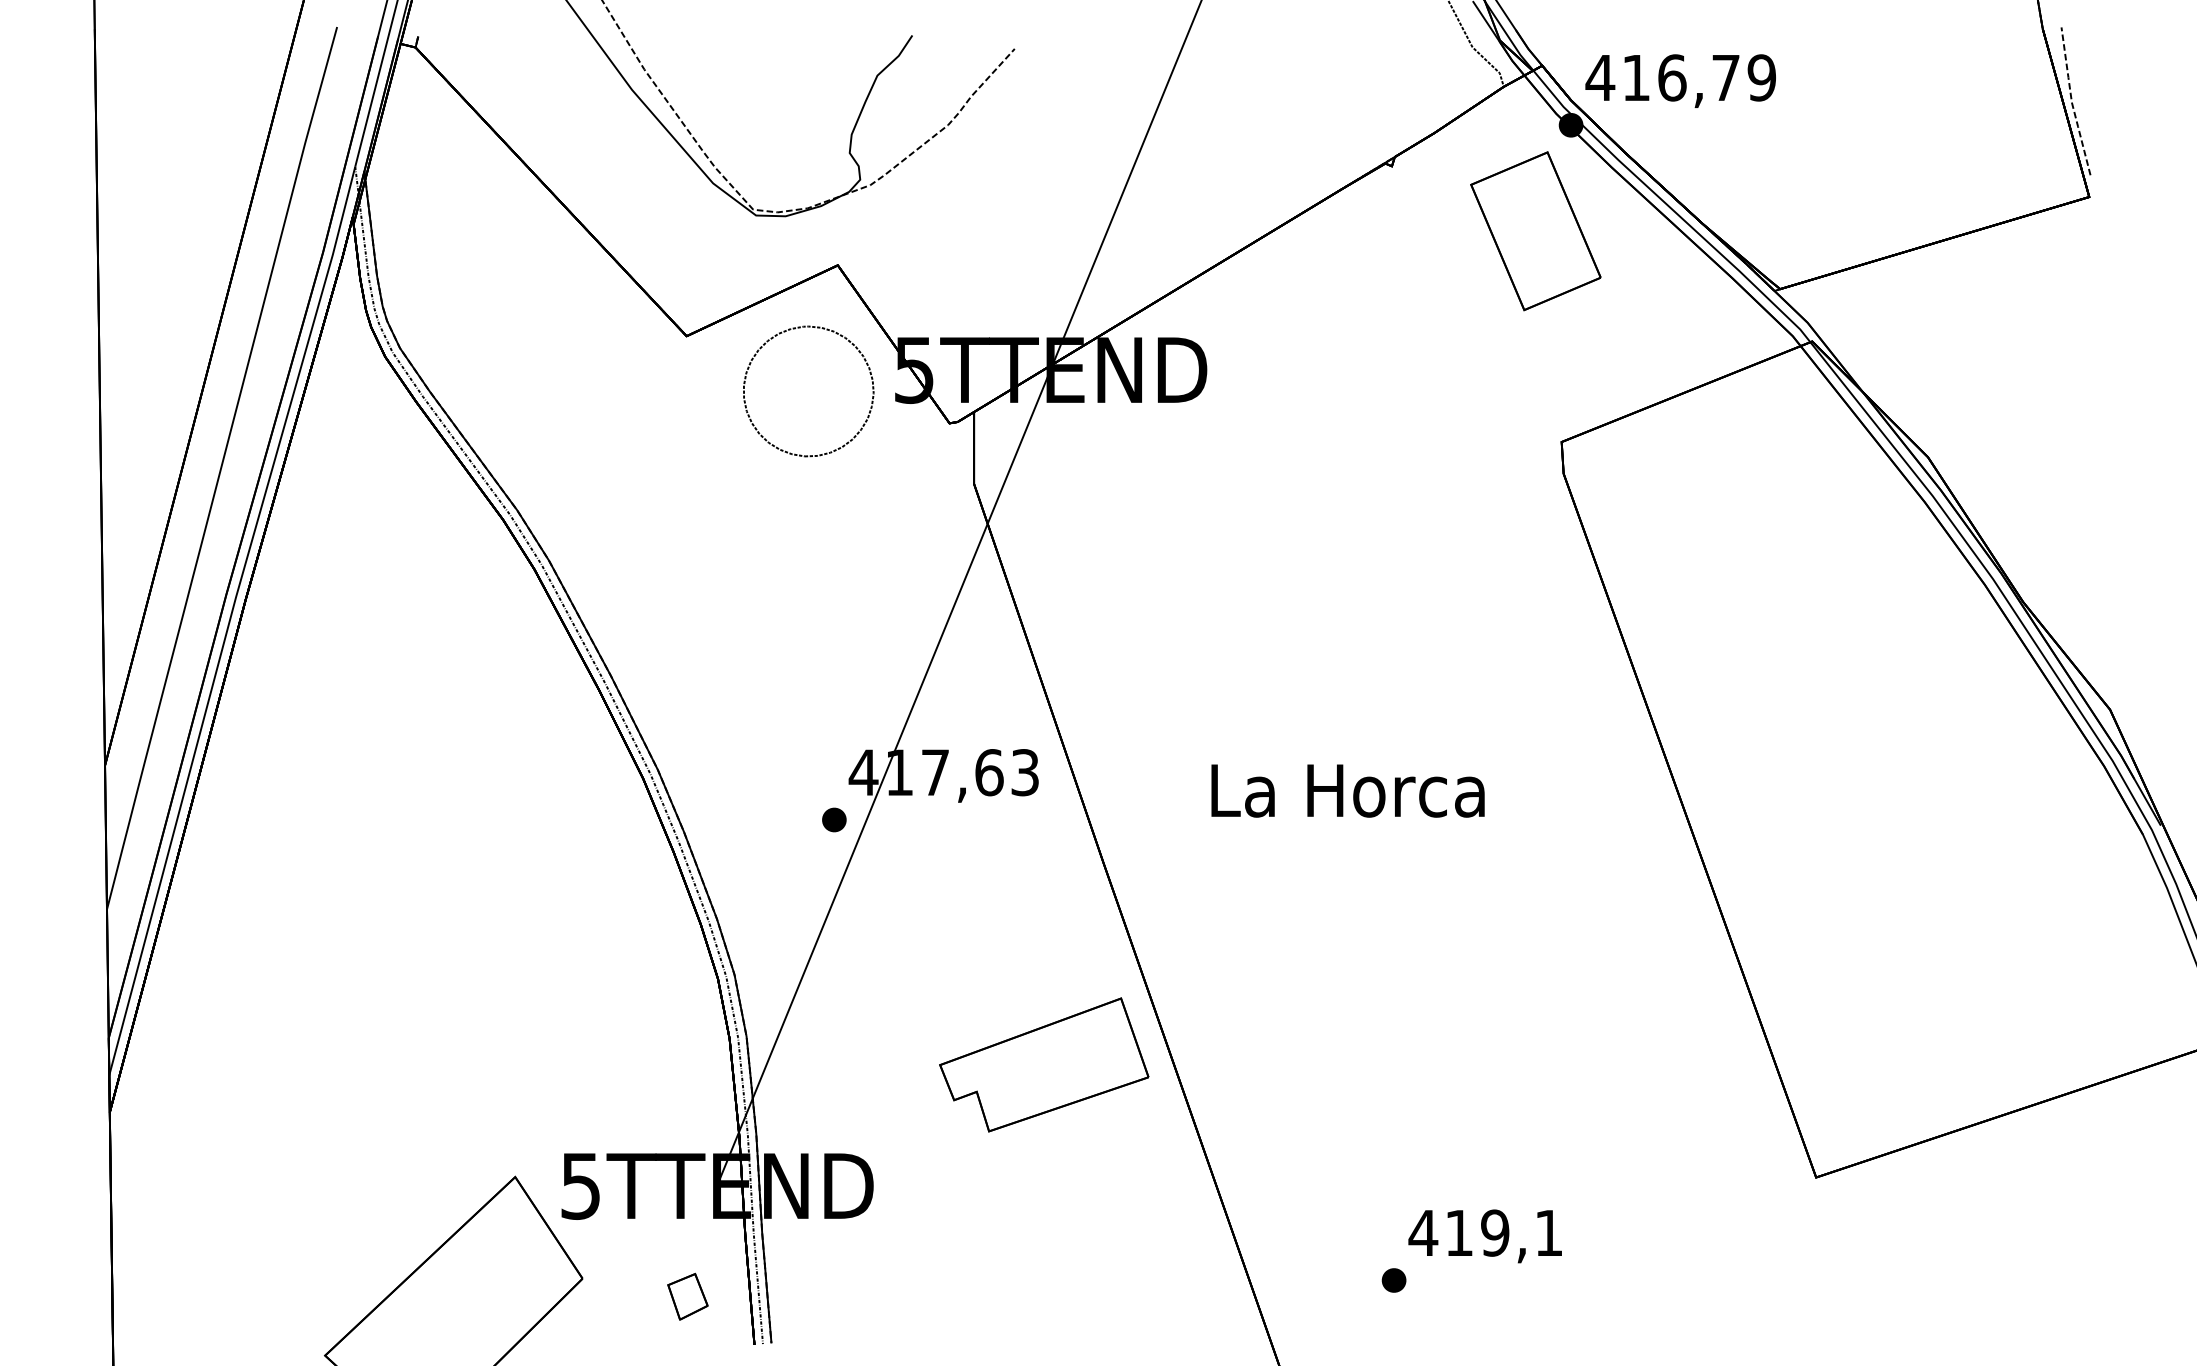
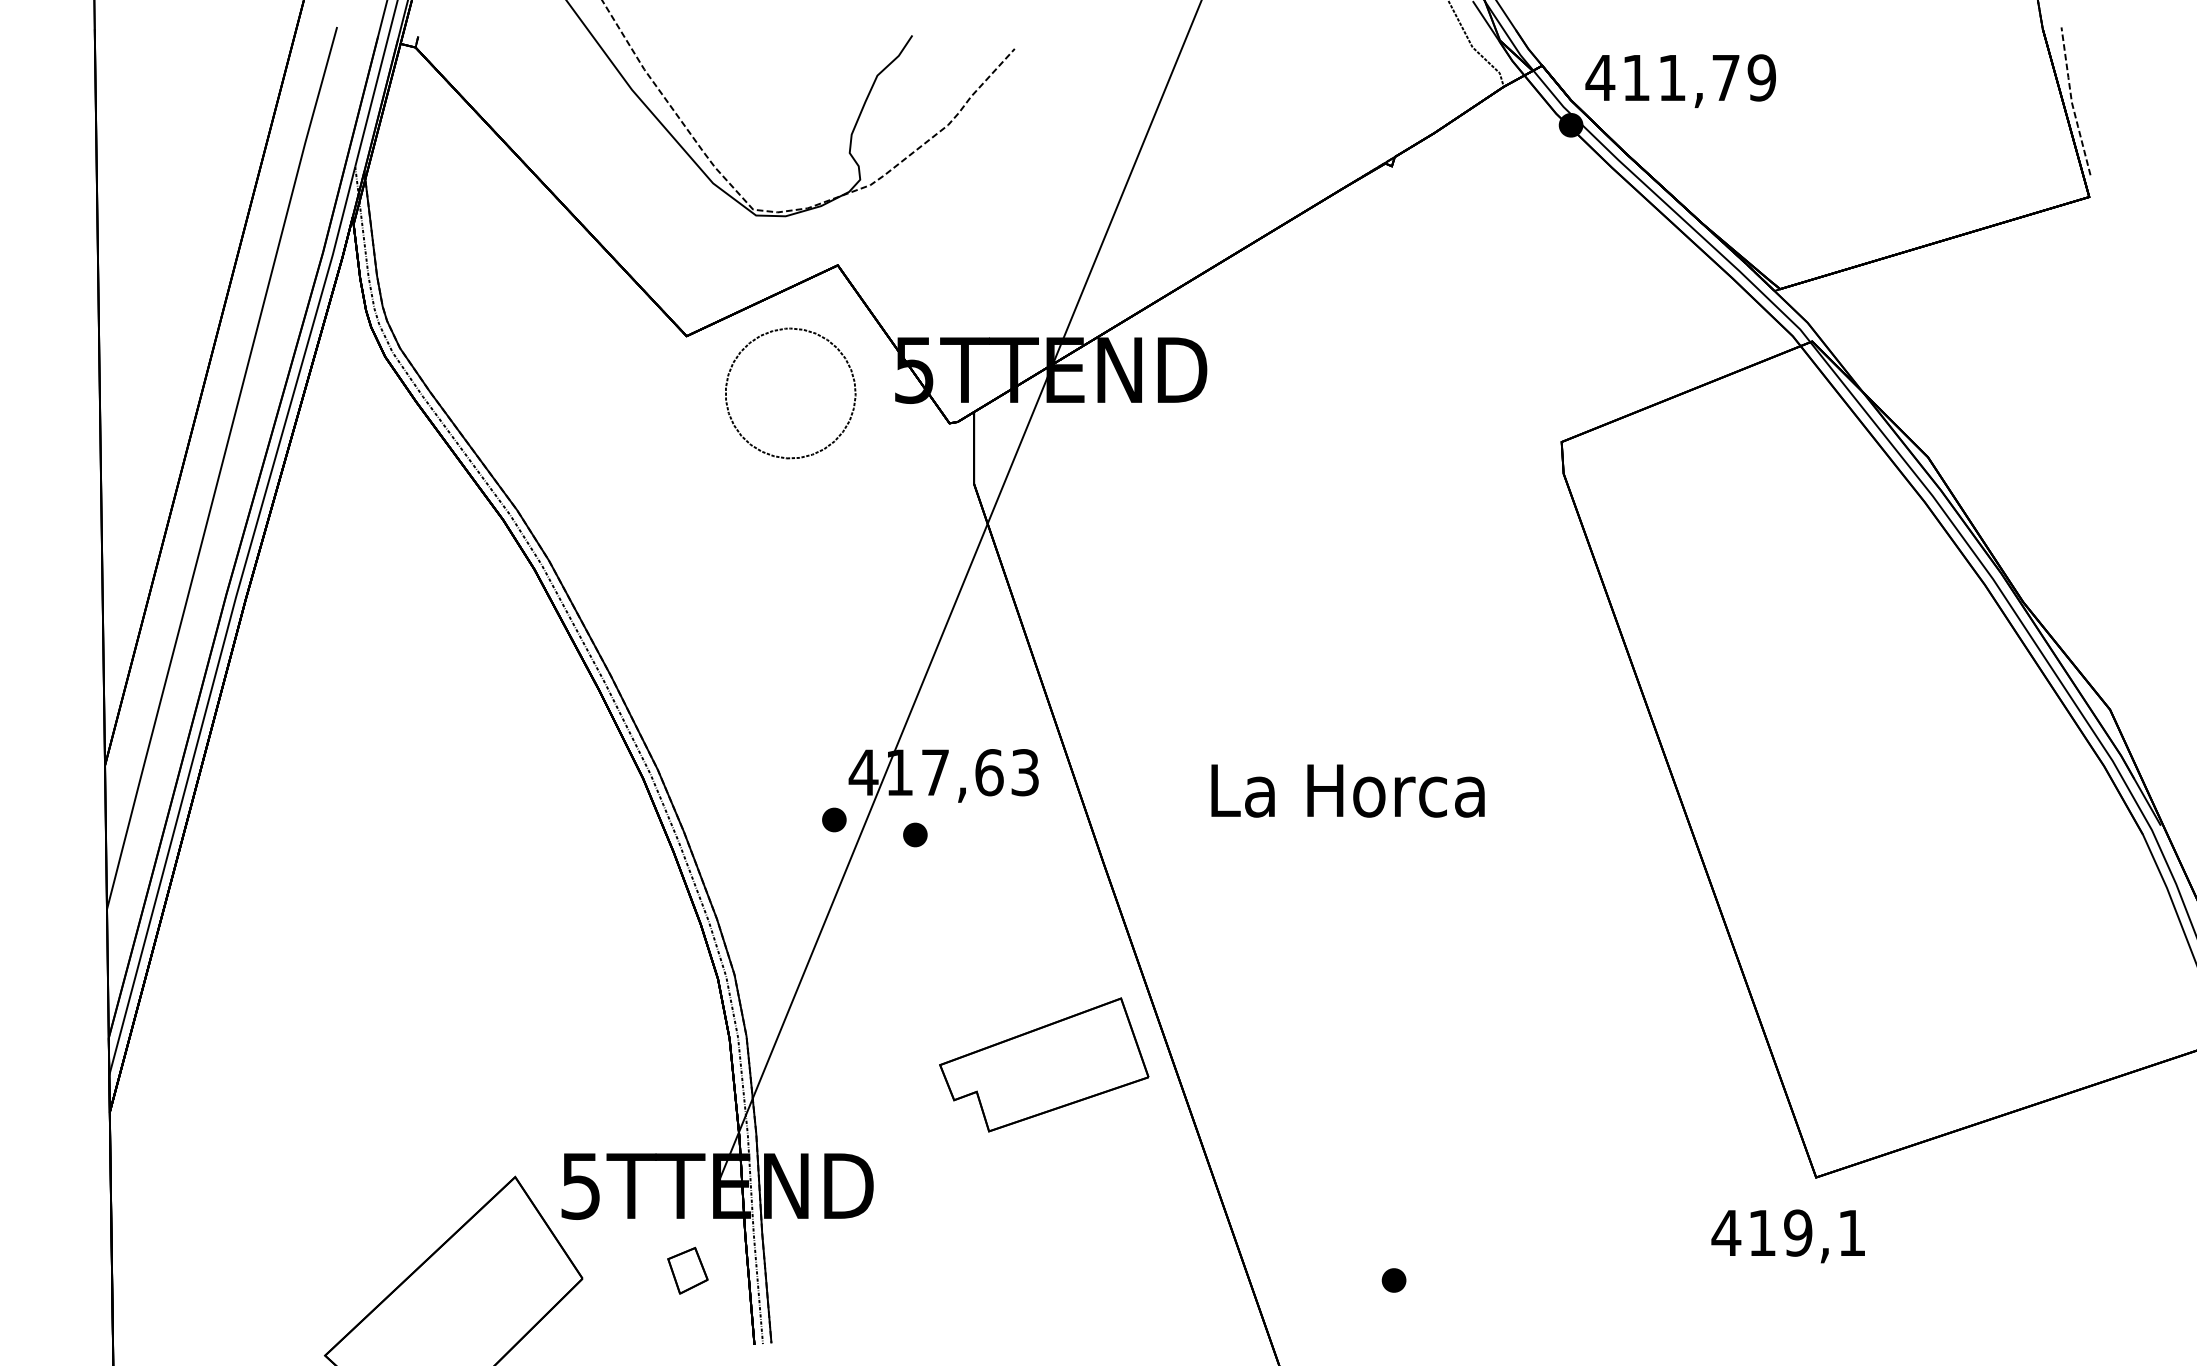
text at (1672, 77): 416,79 -> 411,79
part at (1535, 231): present -> none
part at (756, 355) position: (756, 355) -> (738, 357)
part at (915, 834): none -> present
text at (1484, 1236) position: (1484, 1236) -> (1787, 1236)
part at (687, 1296) position: (687, 1296) -> (687, 1270)
